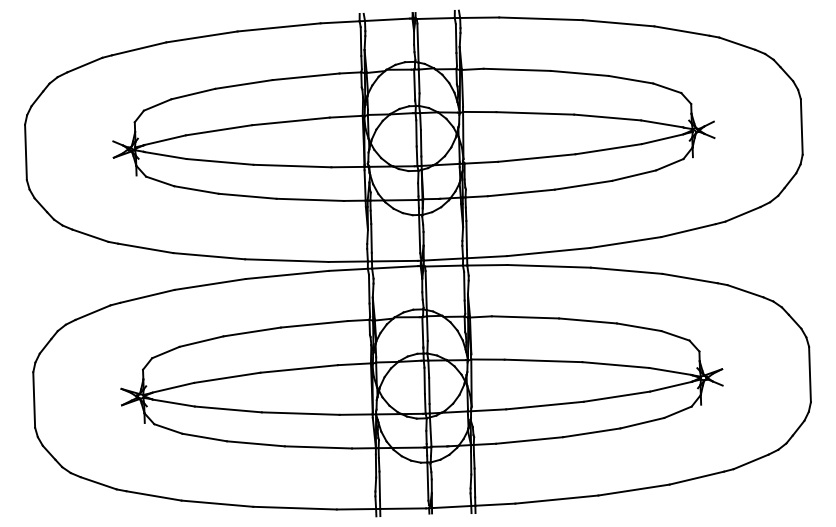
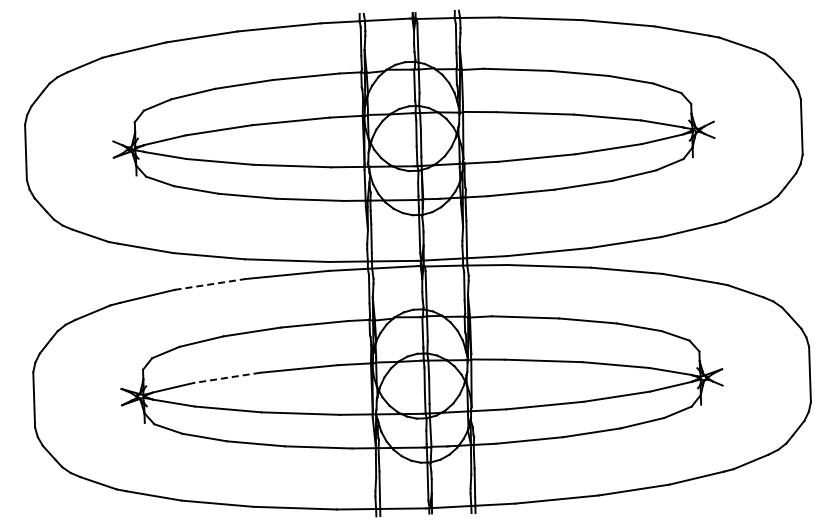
line at (210, 284): solid -> dashed
line at (227, 377): solid -> dashed
